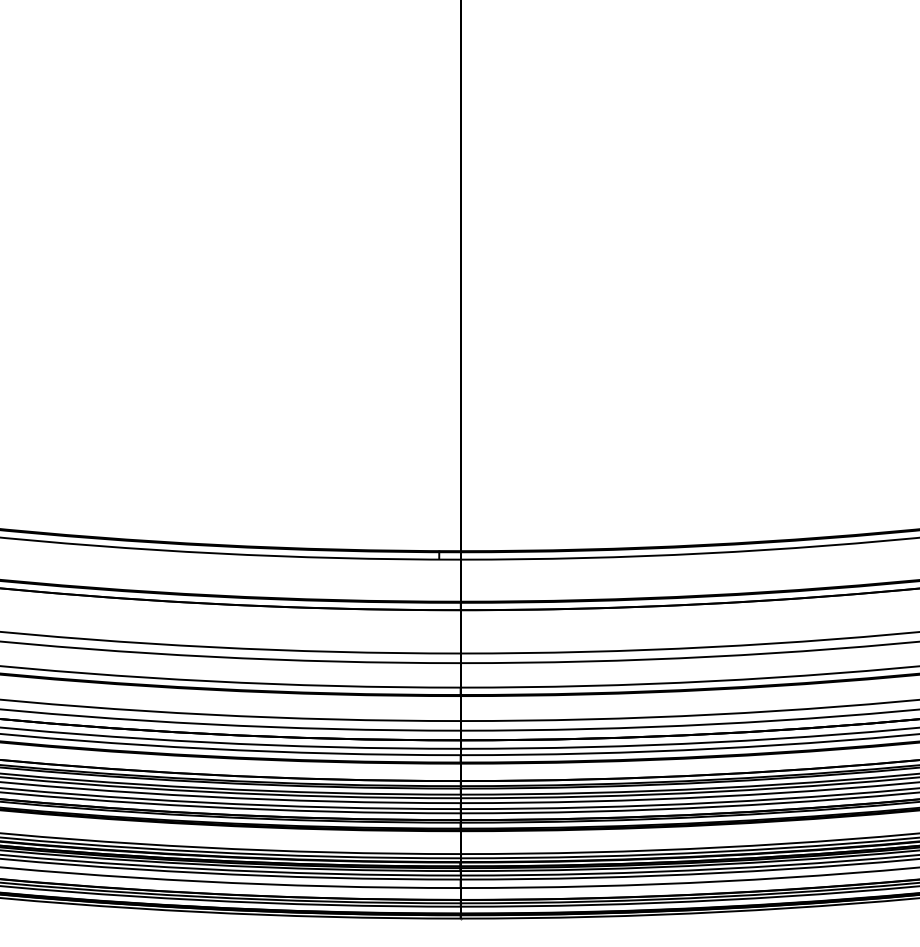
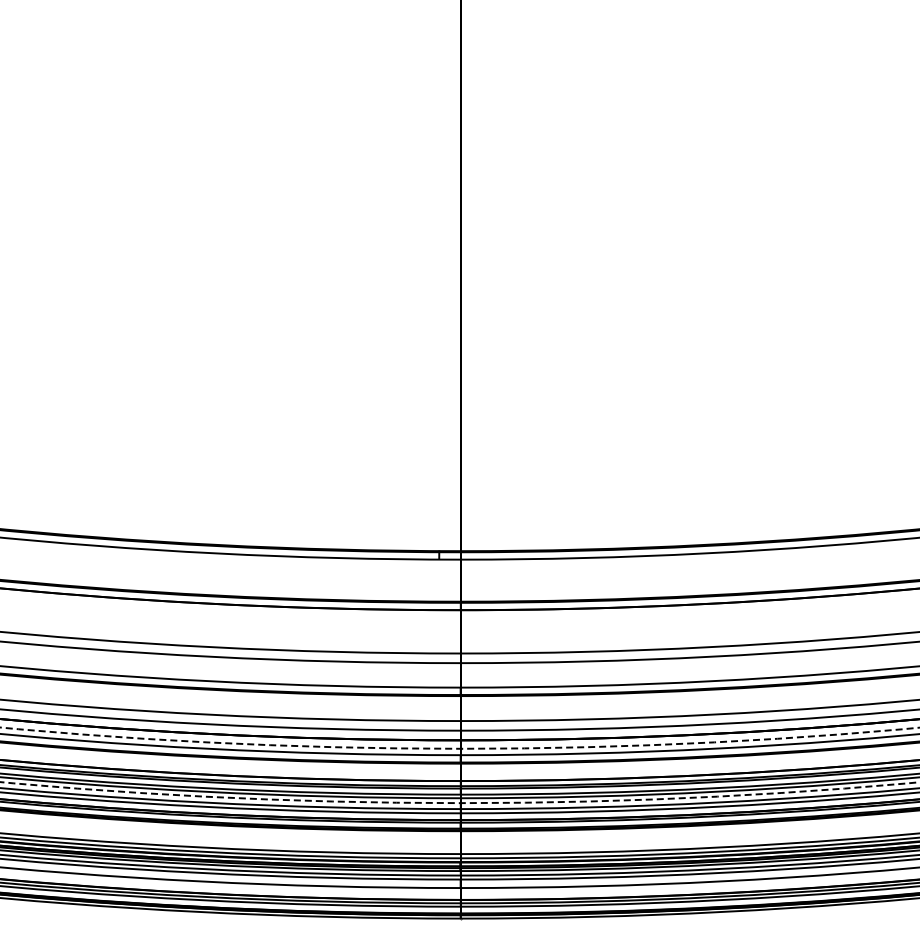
arc at (460, 748): solid -> dashed
arc at (460, 803): solid -> dashed
